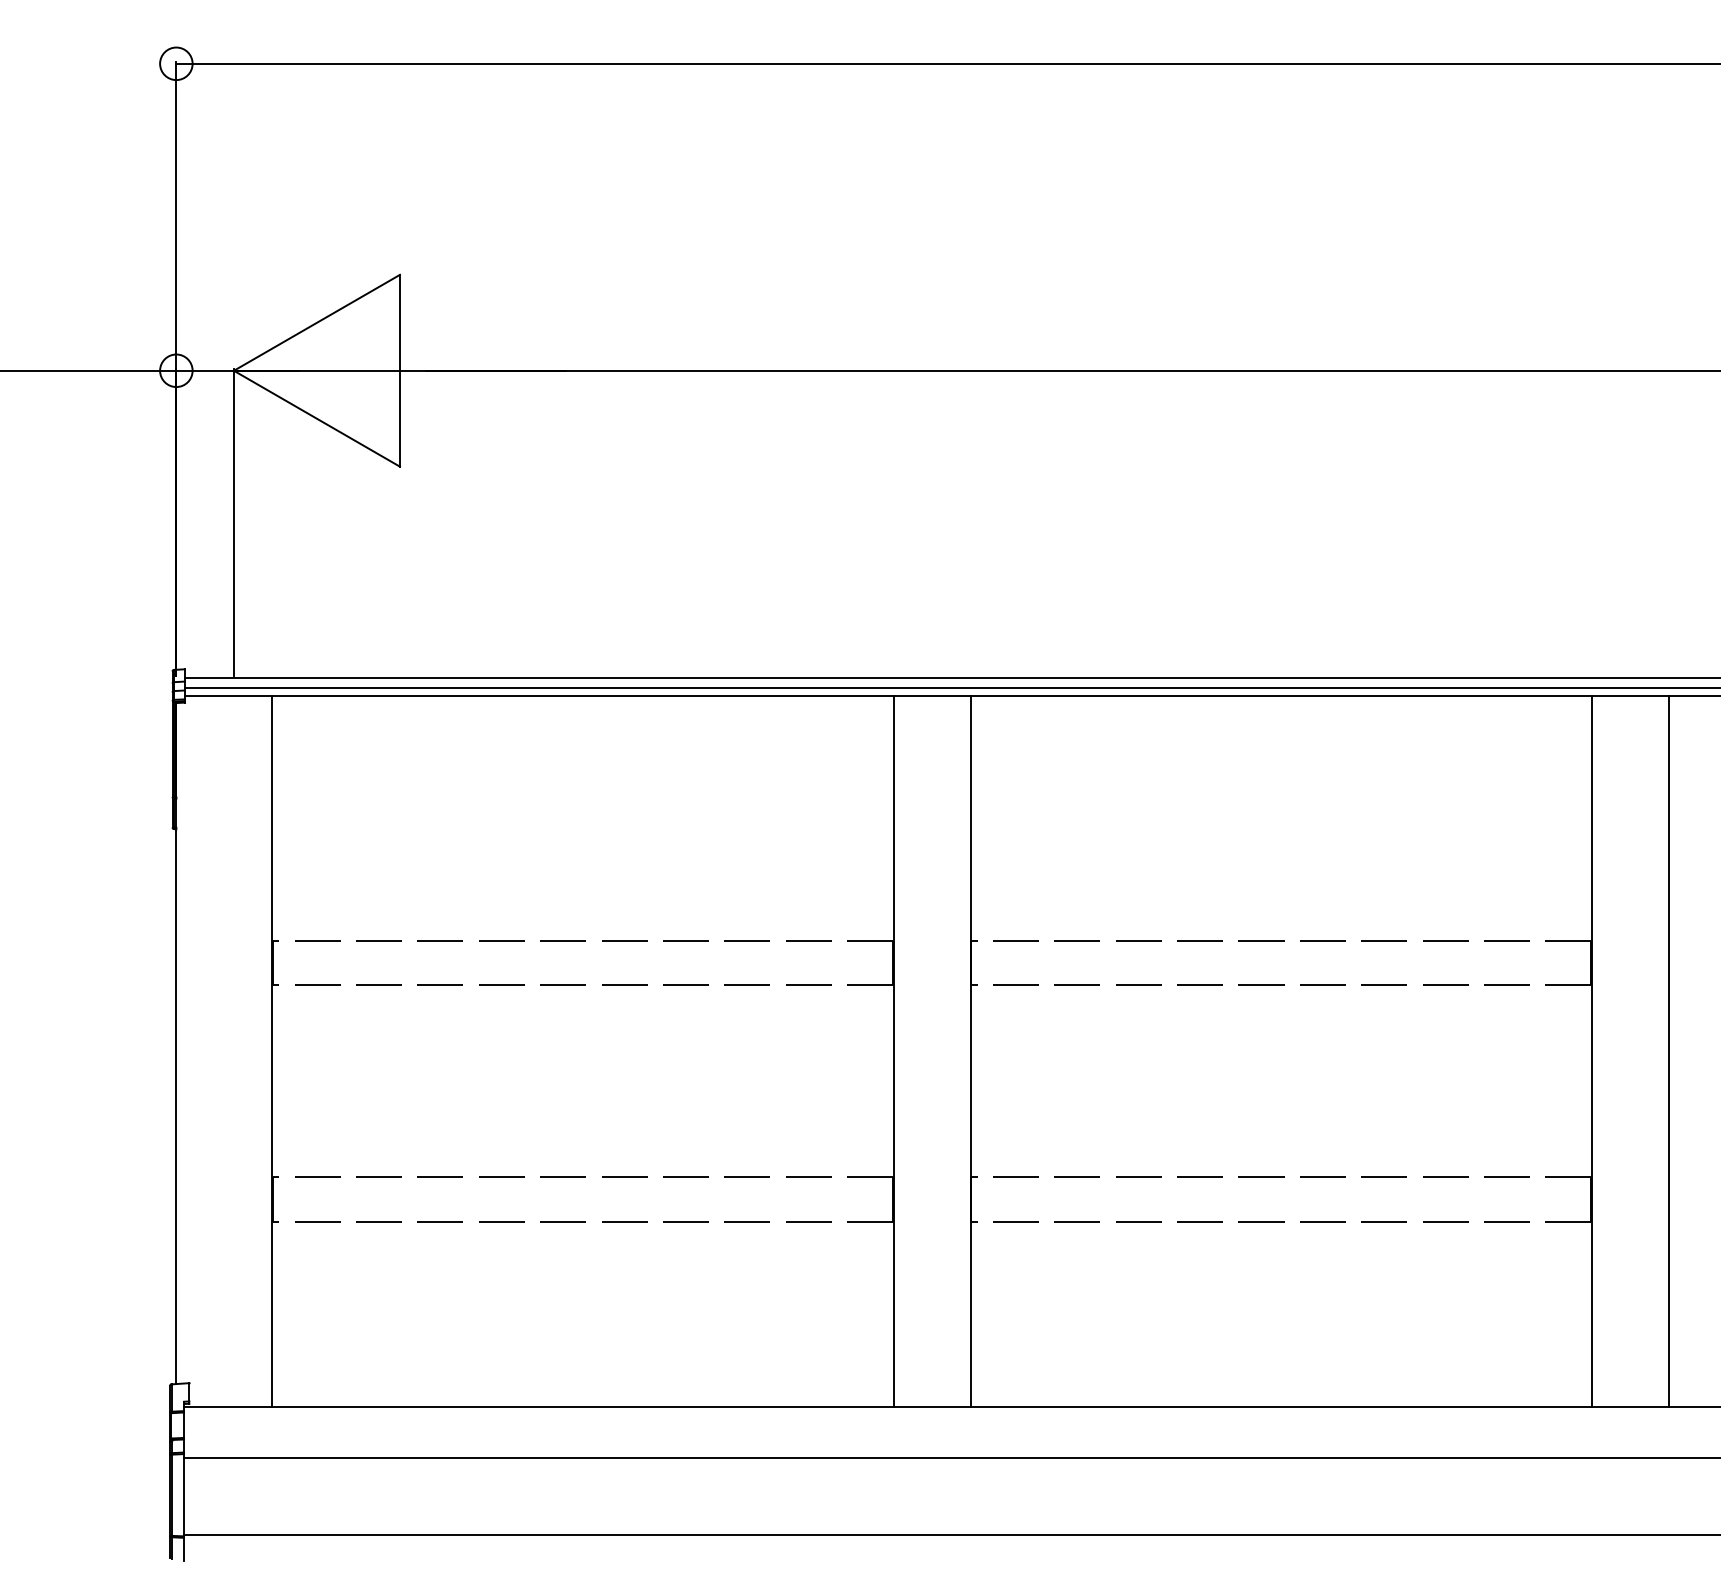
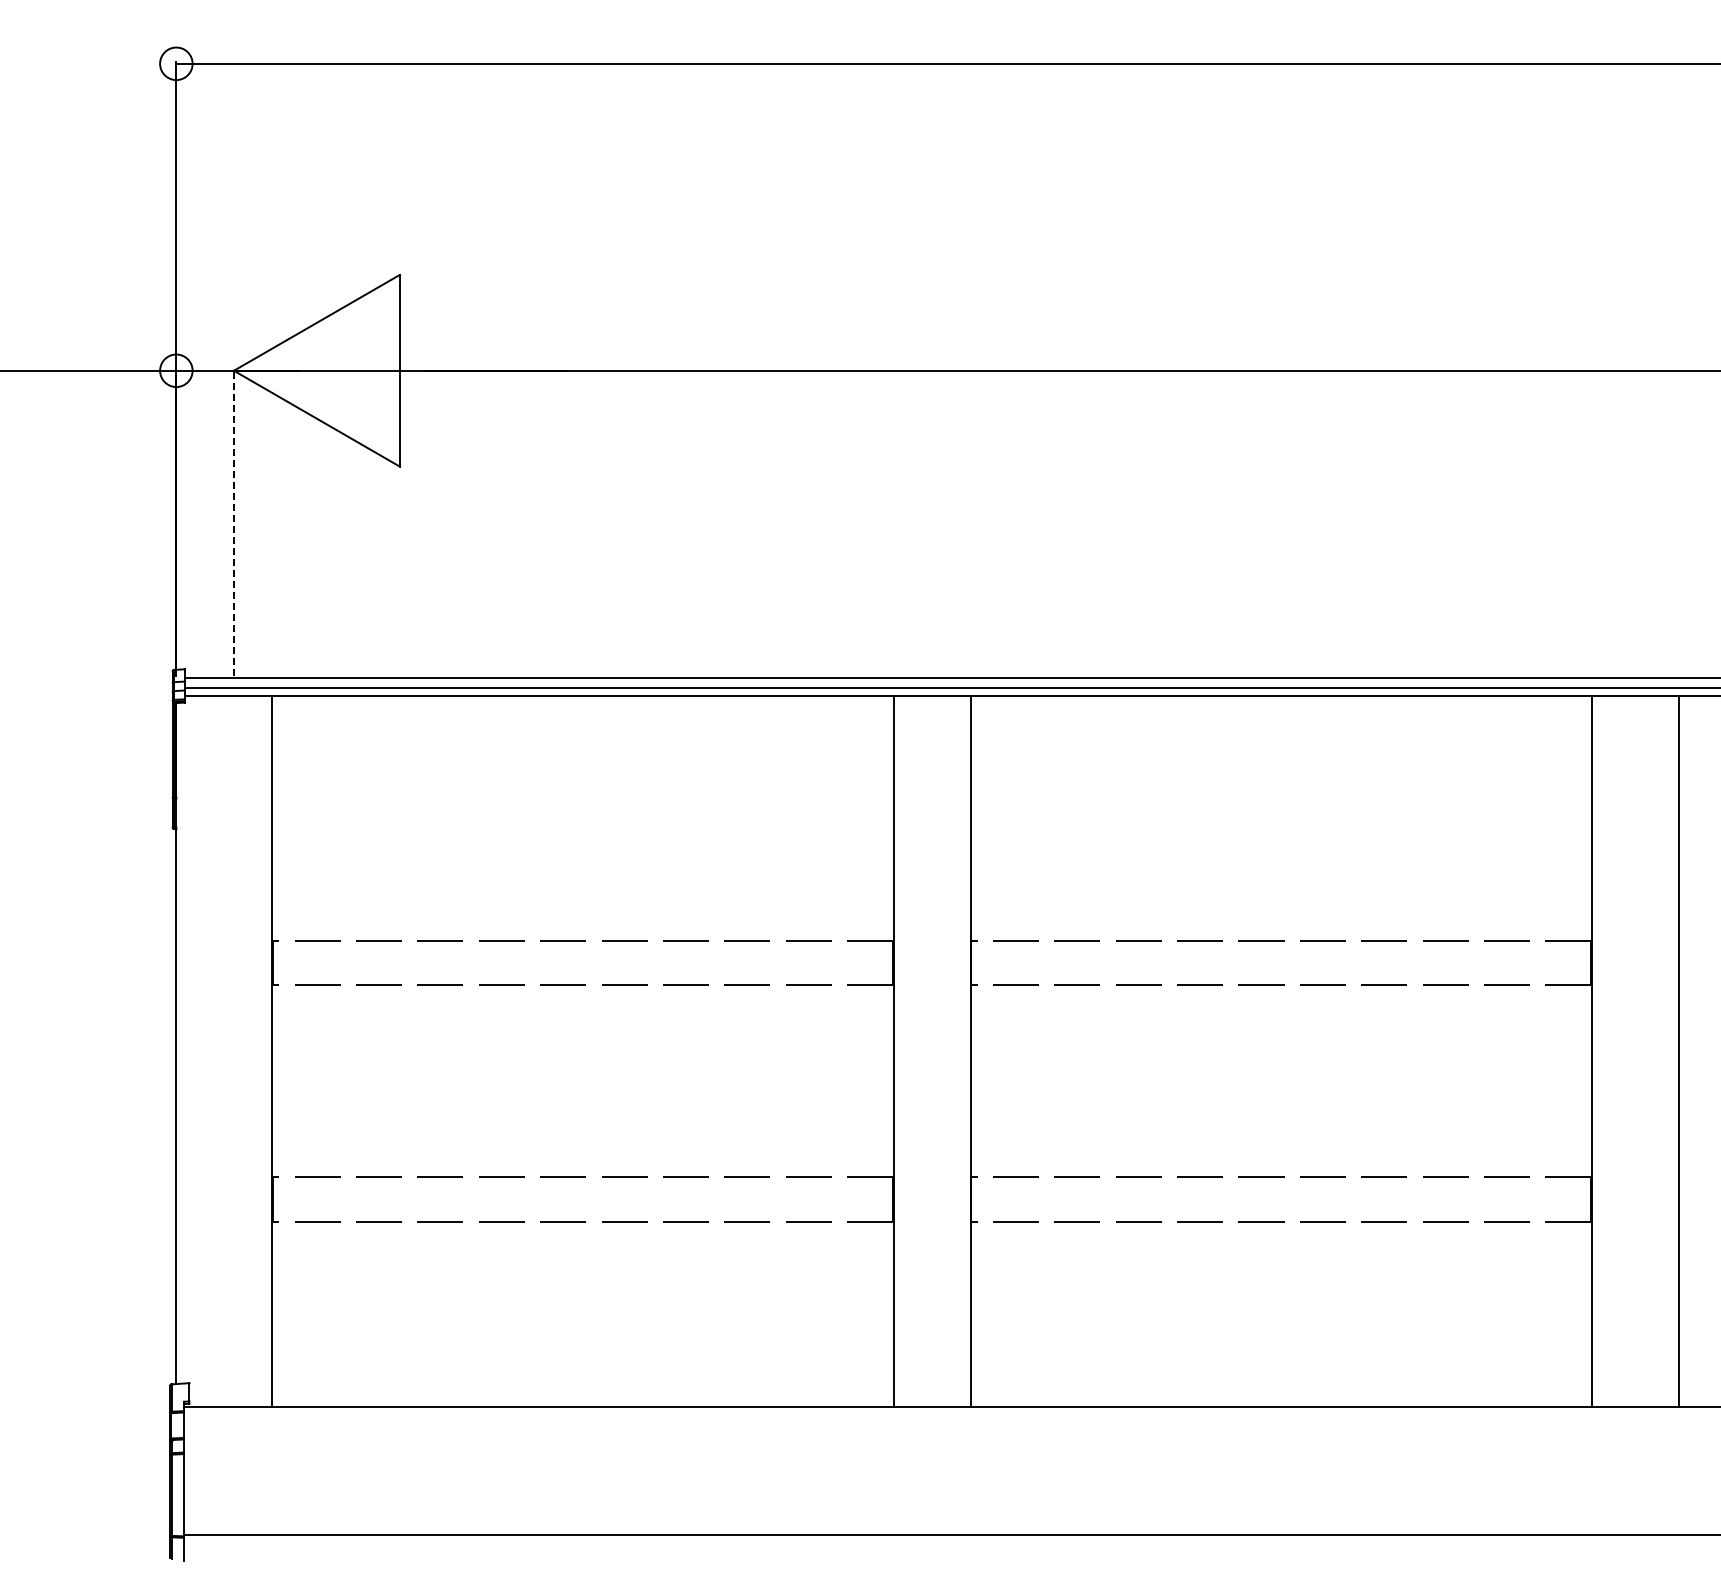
line at (233, 522): solid -> dashed
line at (1668, 1051) position: (1668, 1051) -> (1678, 1051)
line at (950, 1457): present -> none
